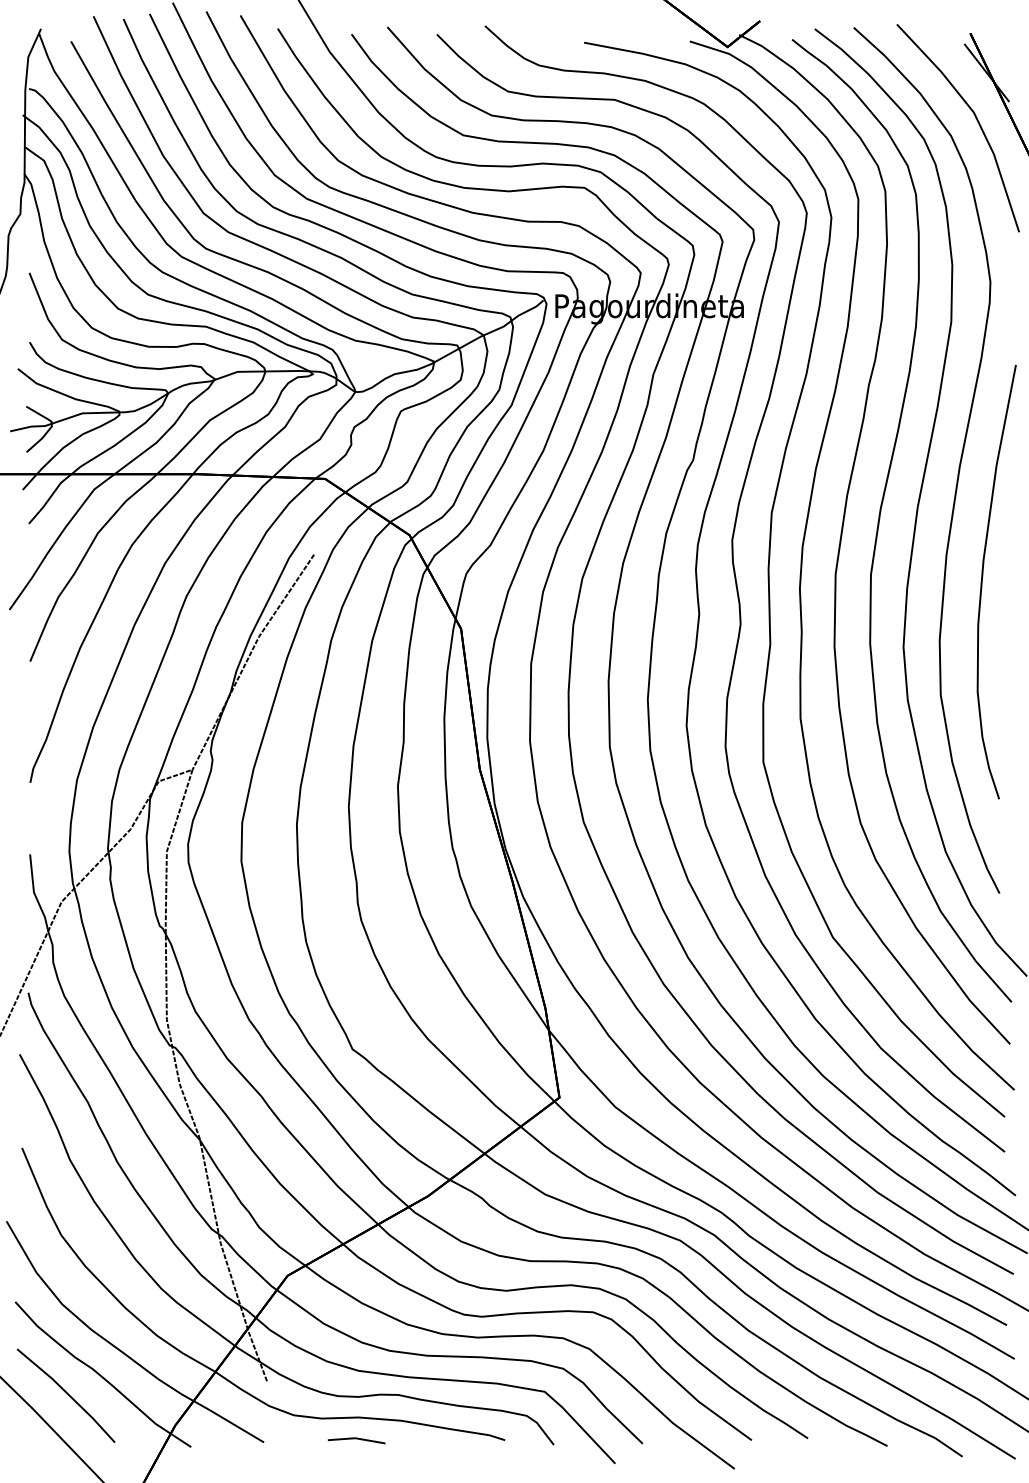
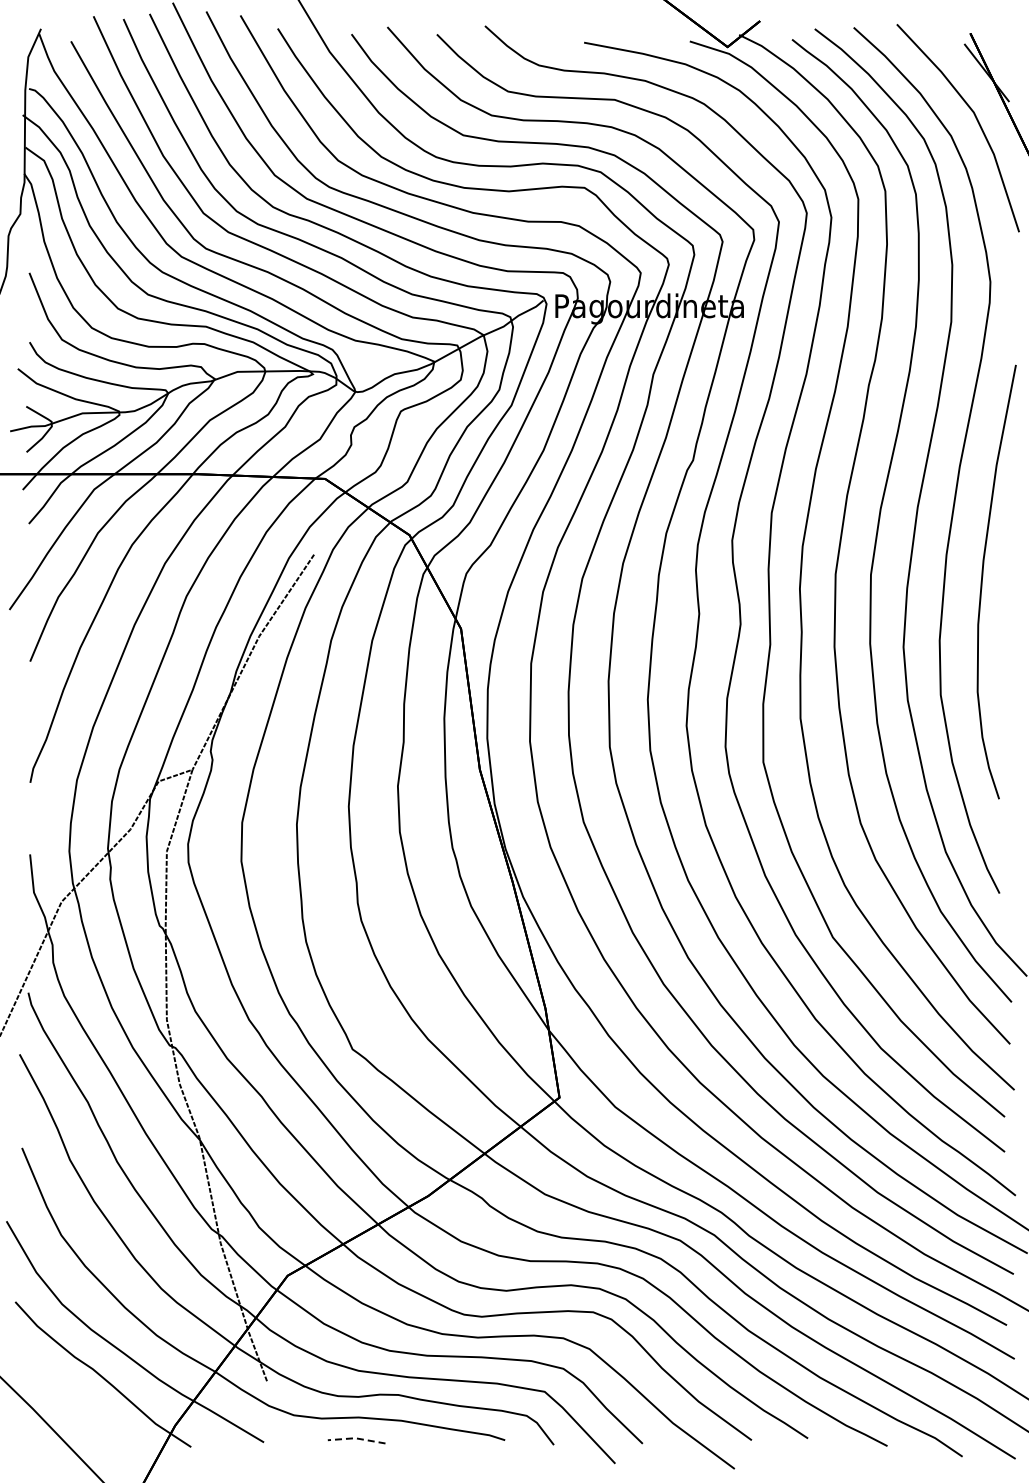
line at (66, 1394): present -> none
line at (356, 1438): solid -> dashed
